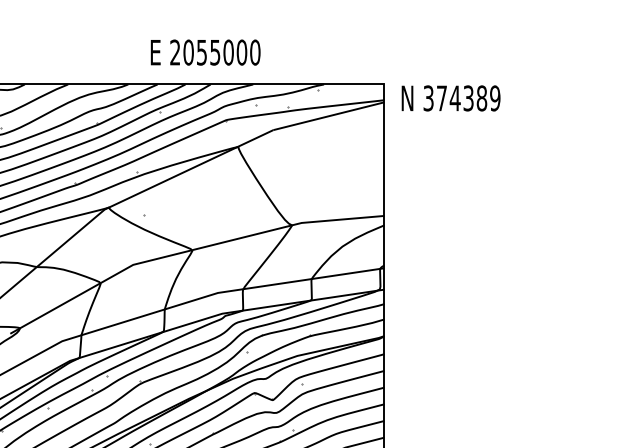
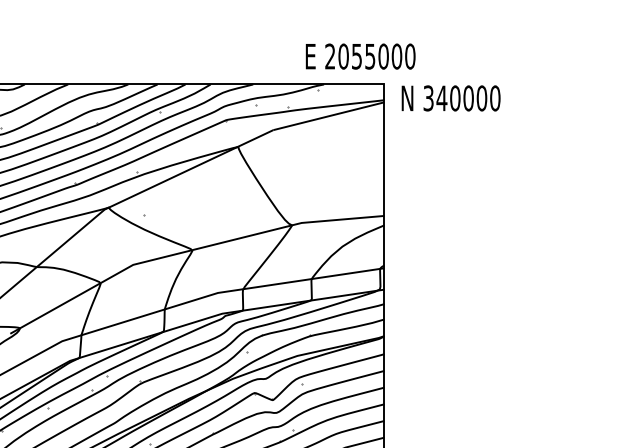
text at (205, 52) position: (205, 52) -> (360, 56)
text at (468, 98): 374389 -> 340000
